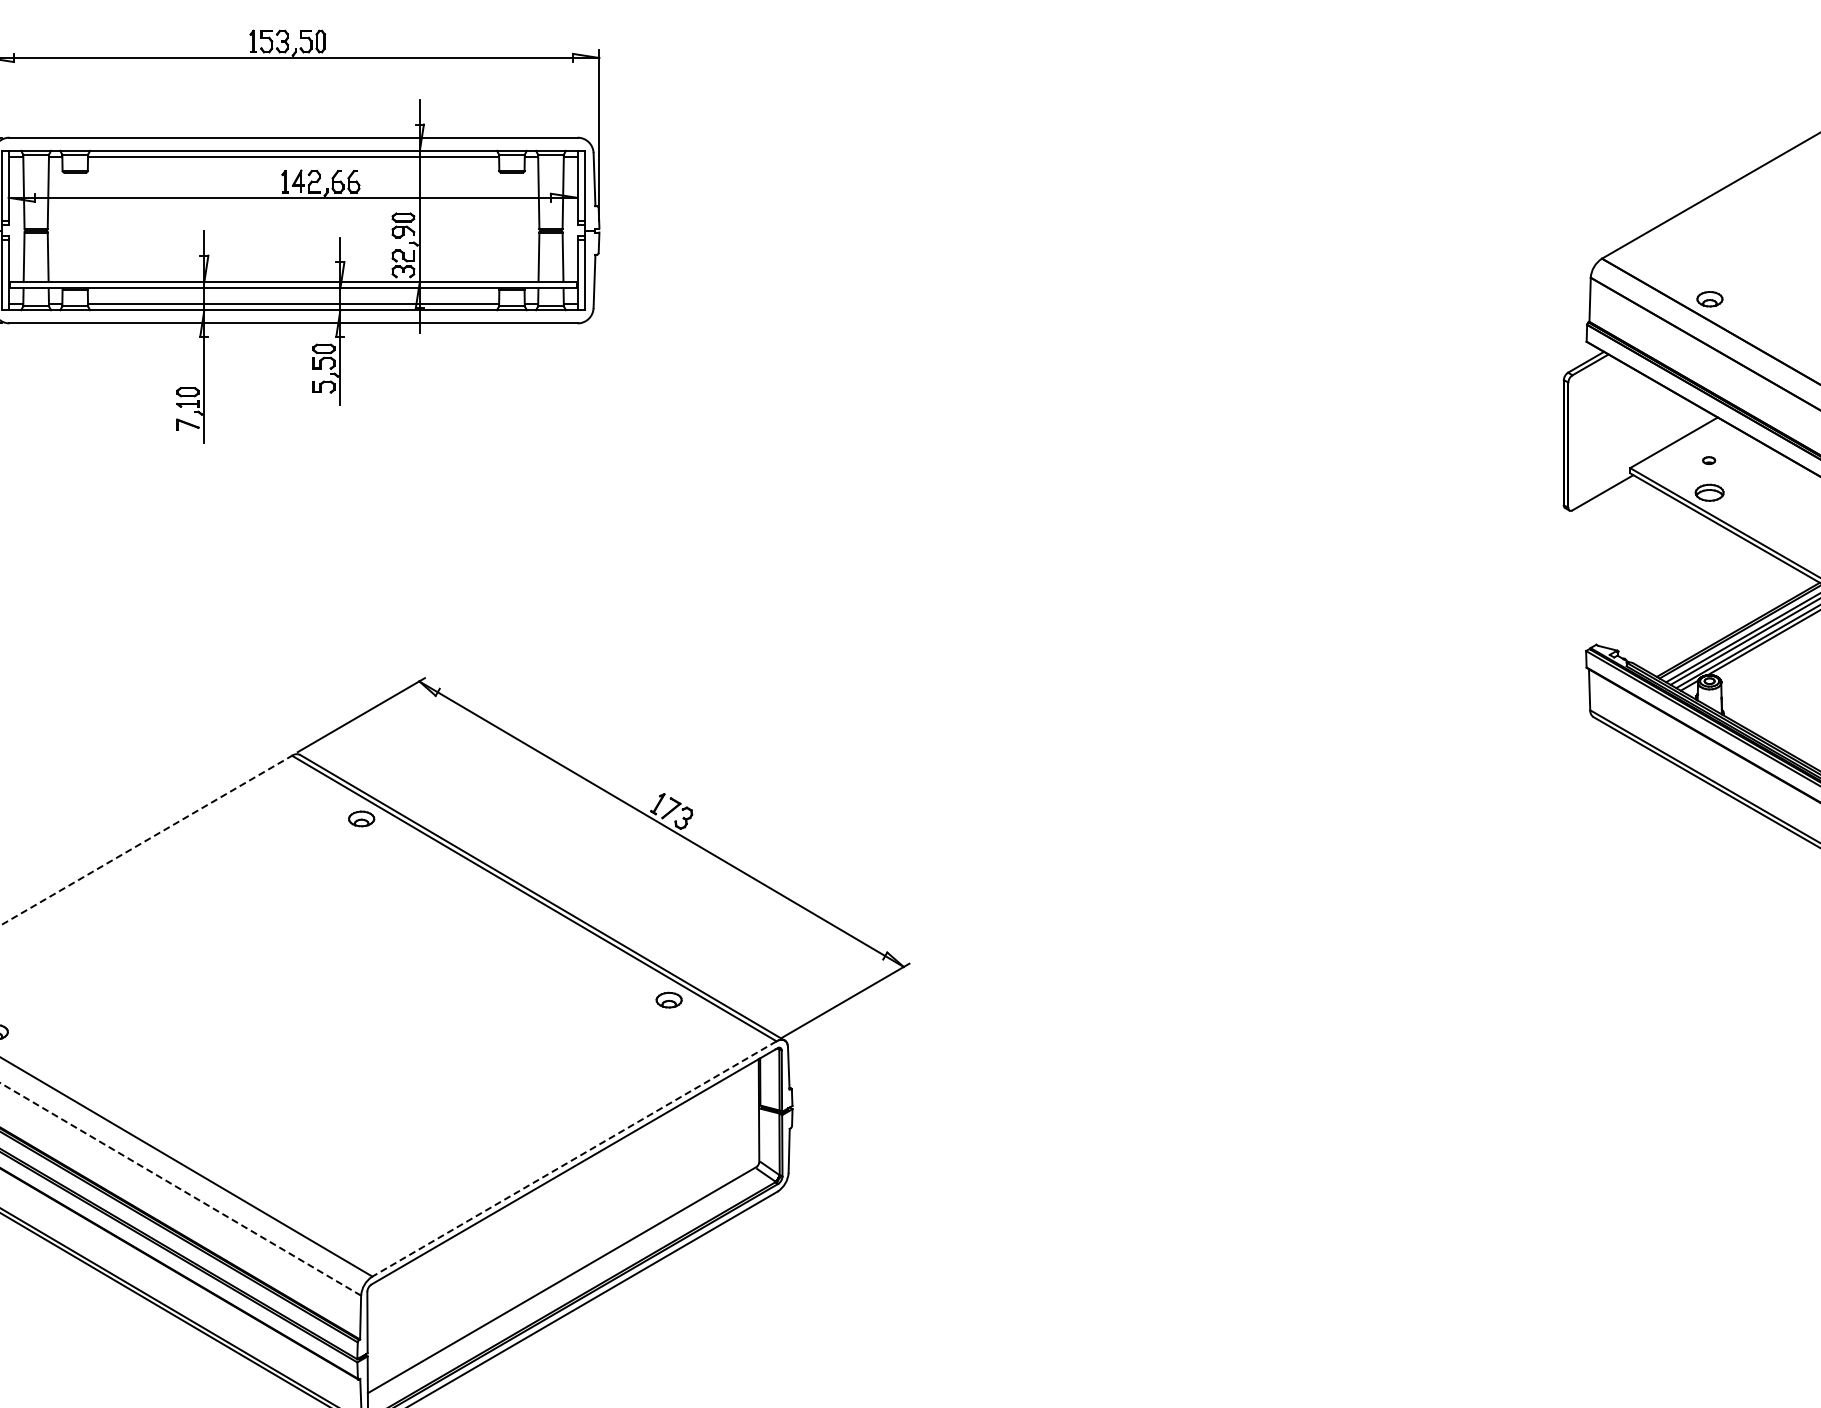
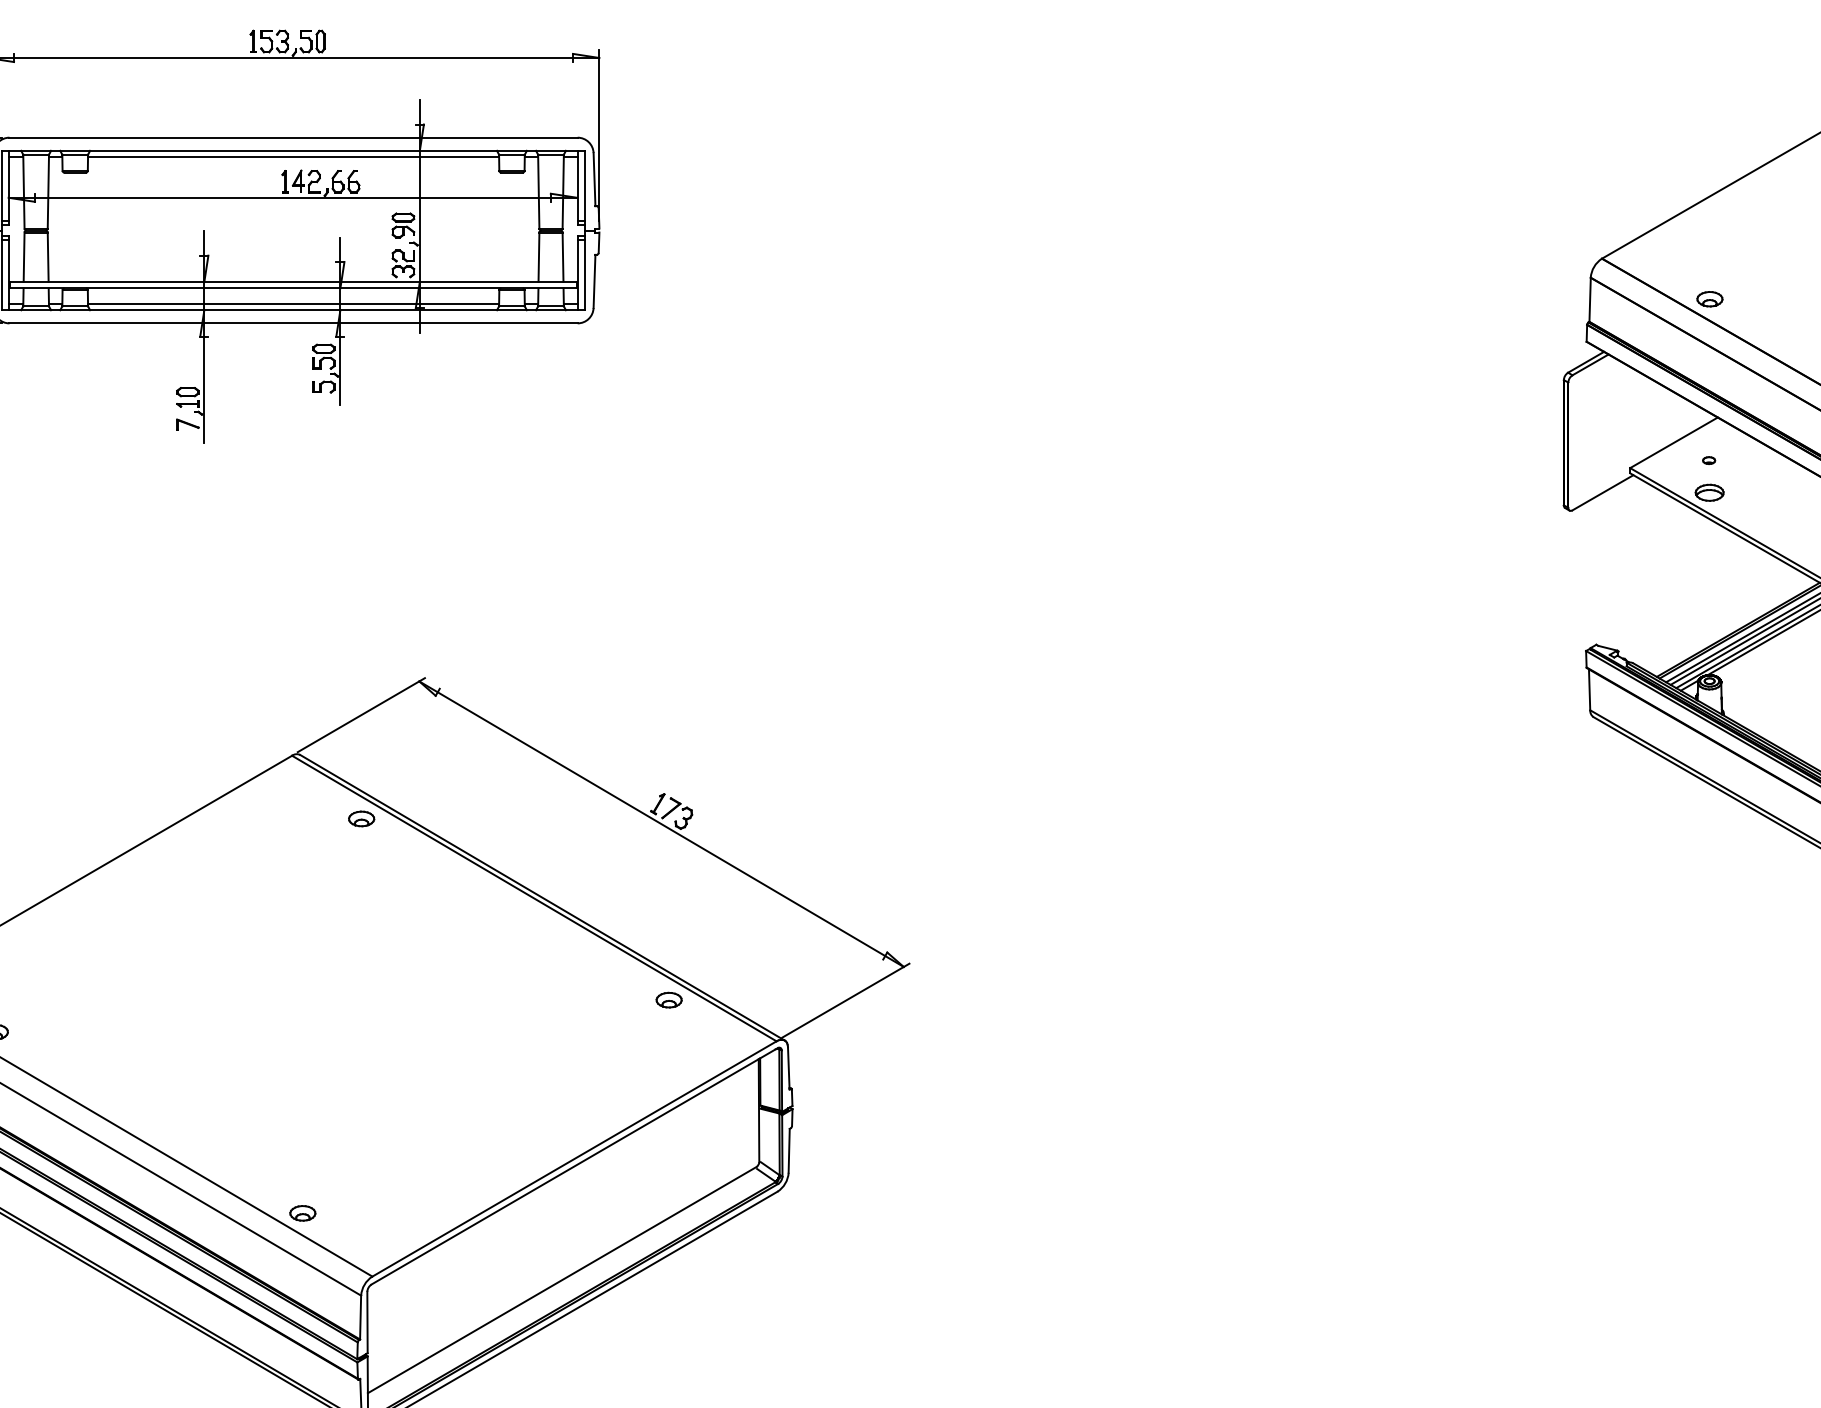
line at (146, 840): dashed -> solid
line at (574, 1158): dashed -> solid
line at (180, 1189): dashed -> solid
part at (302, 1213): none -> present
